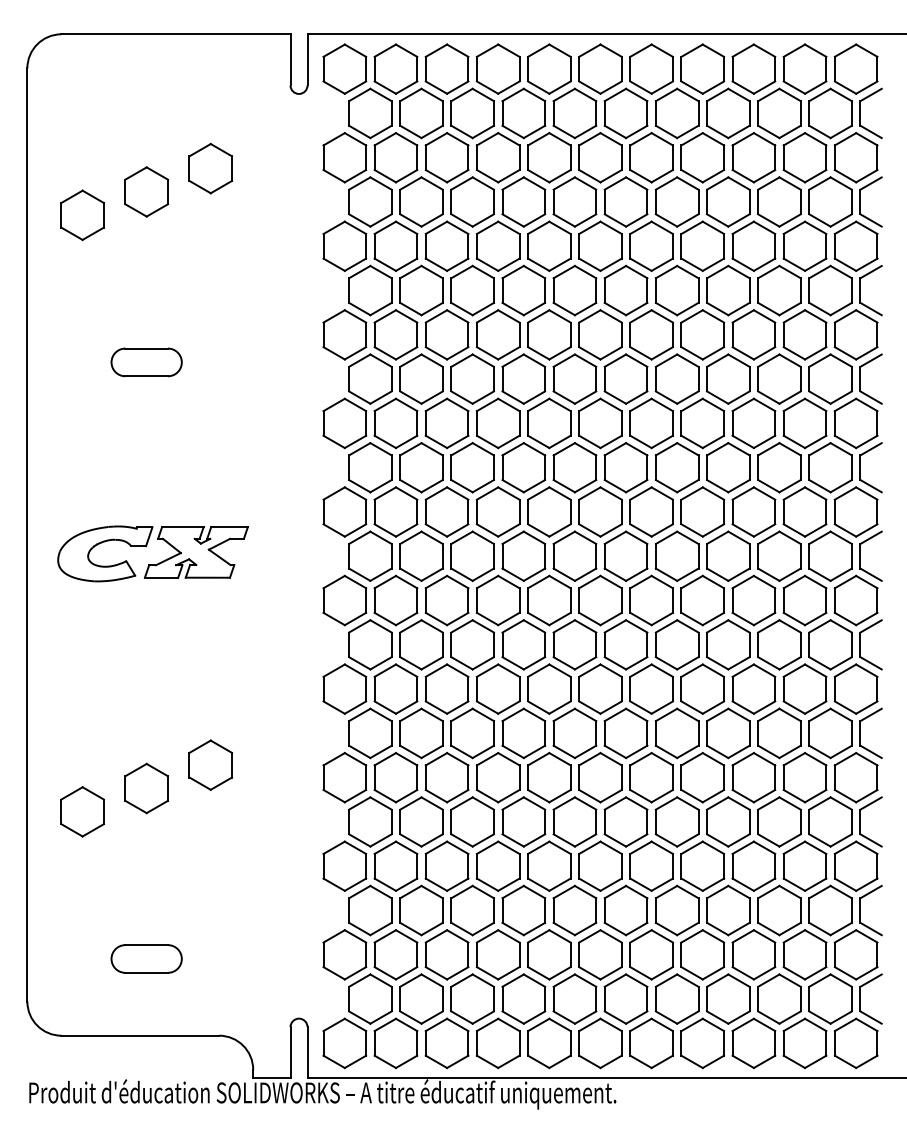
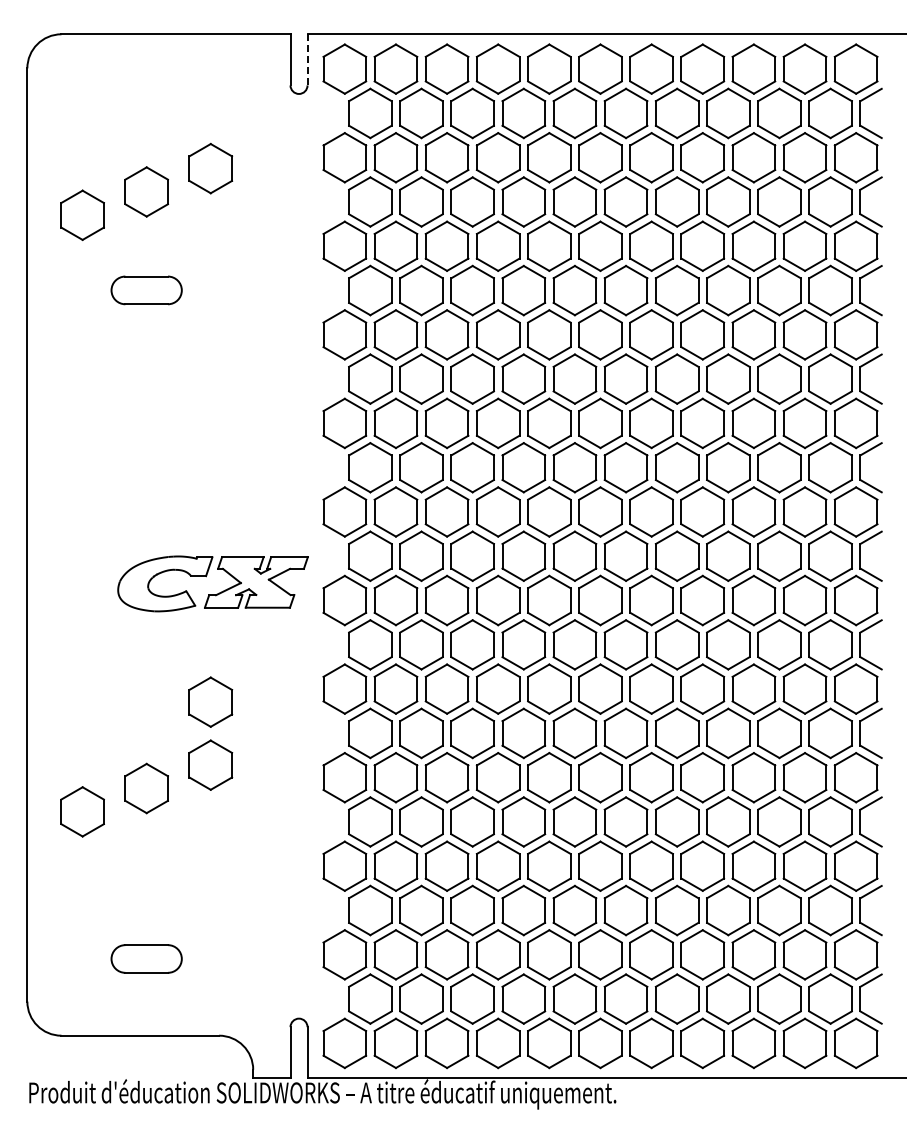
line at (307, 59): solid -> dashed
part at (146, 362) position: (146, 362) -> (146, 290)
part at (146, 547) position: (146, 547) -> (206, 577)
part at (210, 701): none -> present
